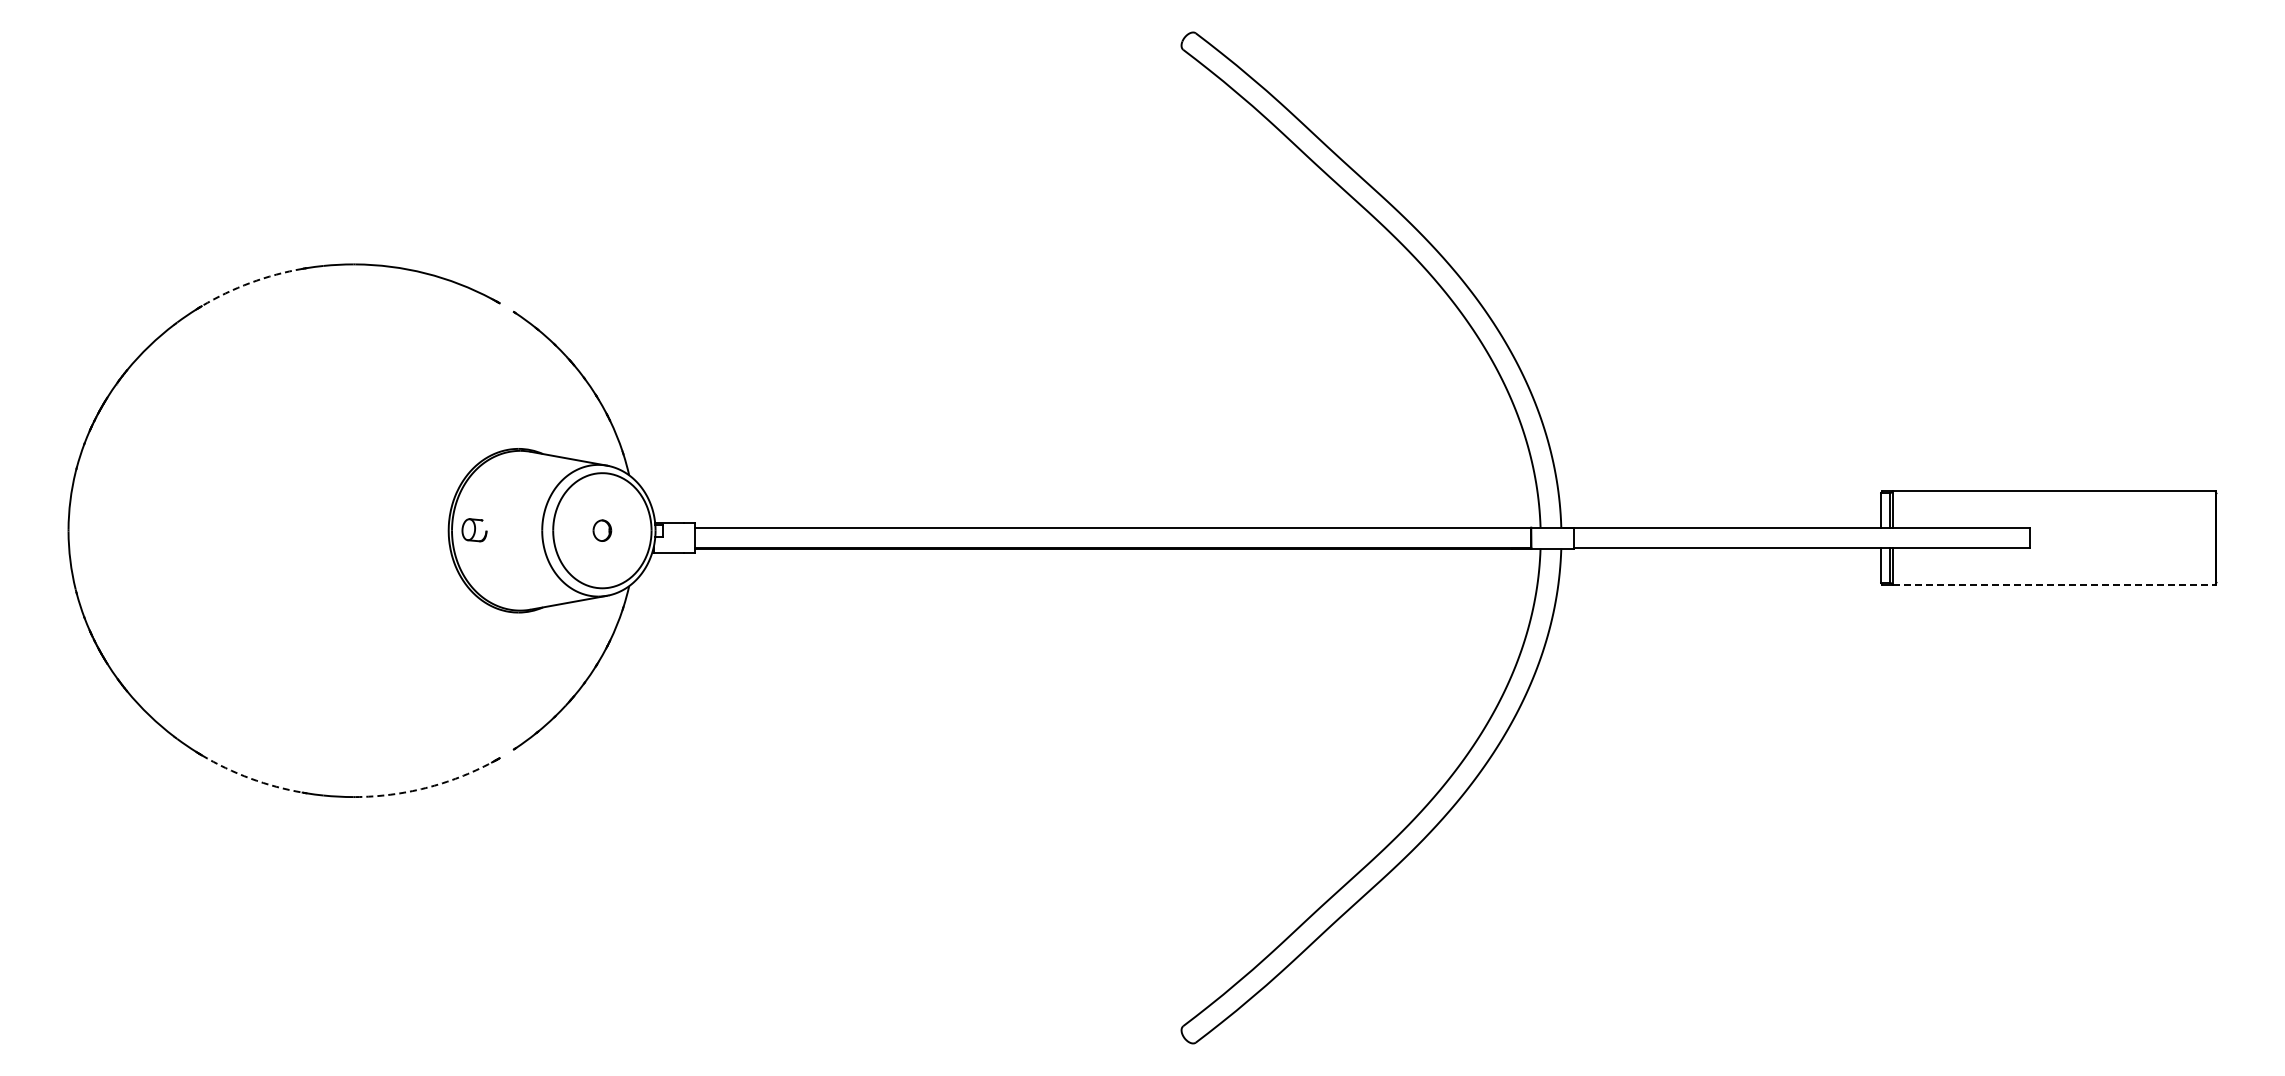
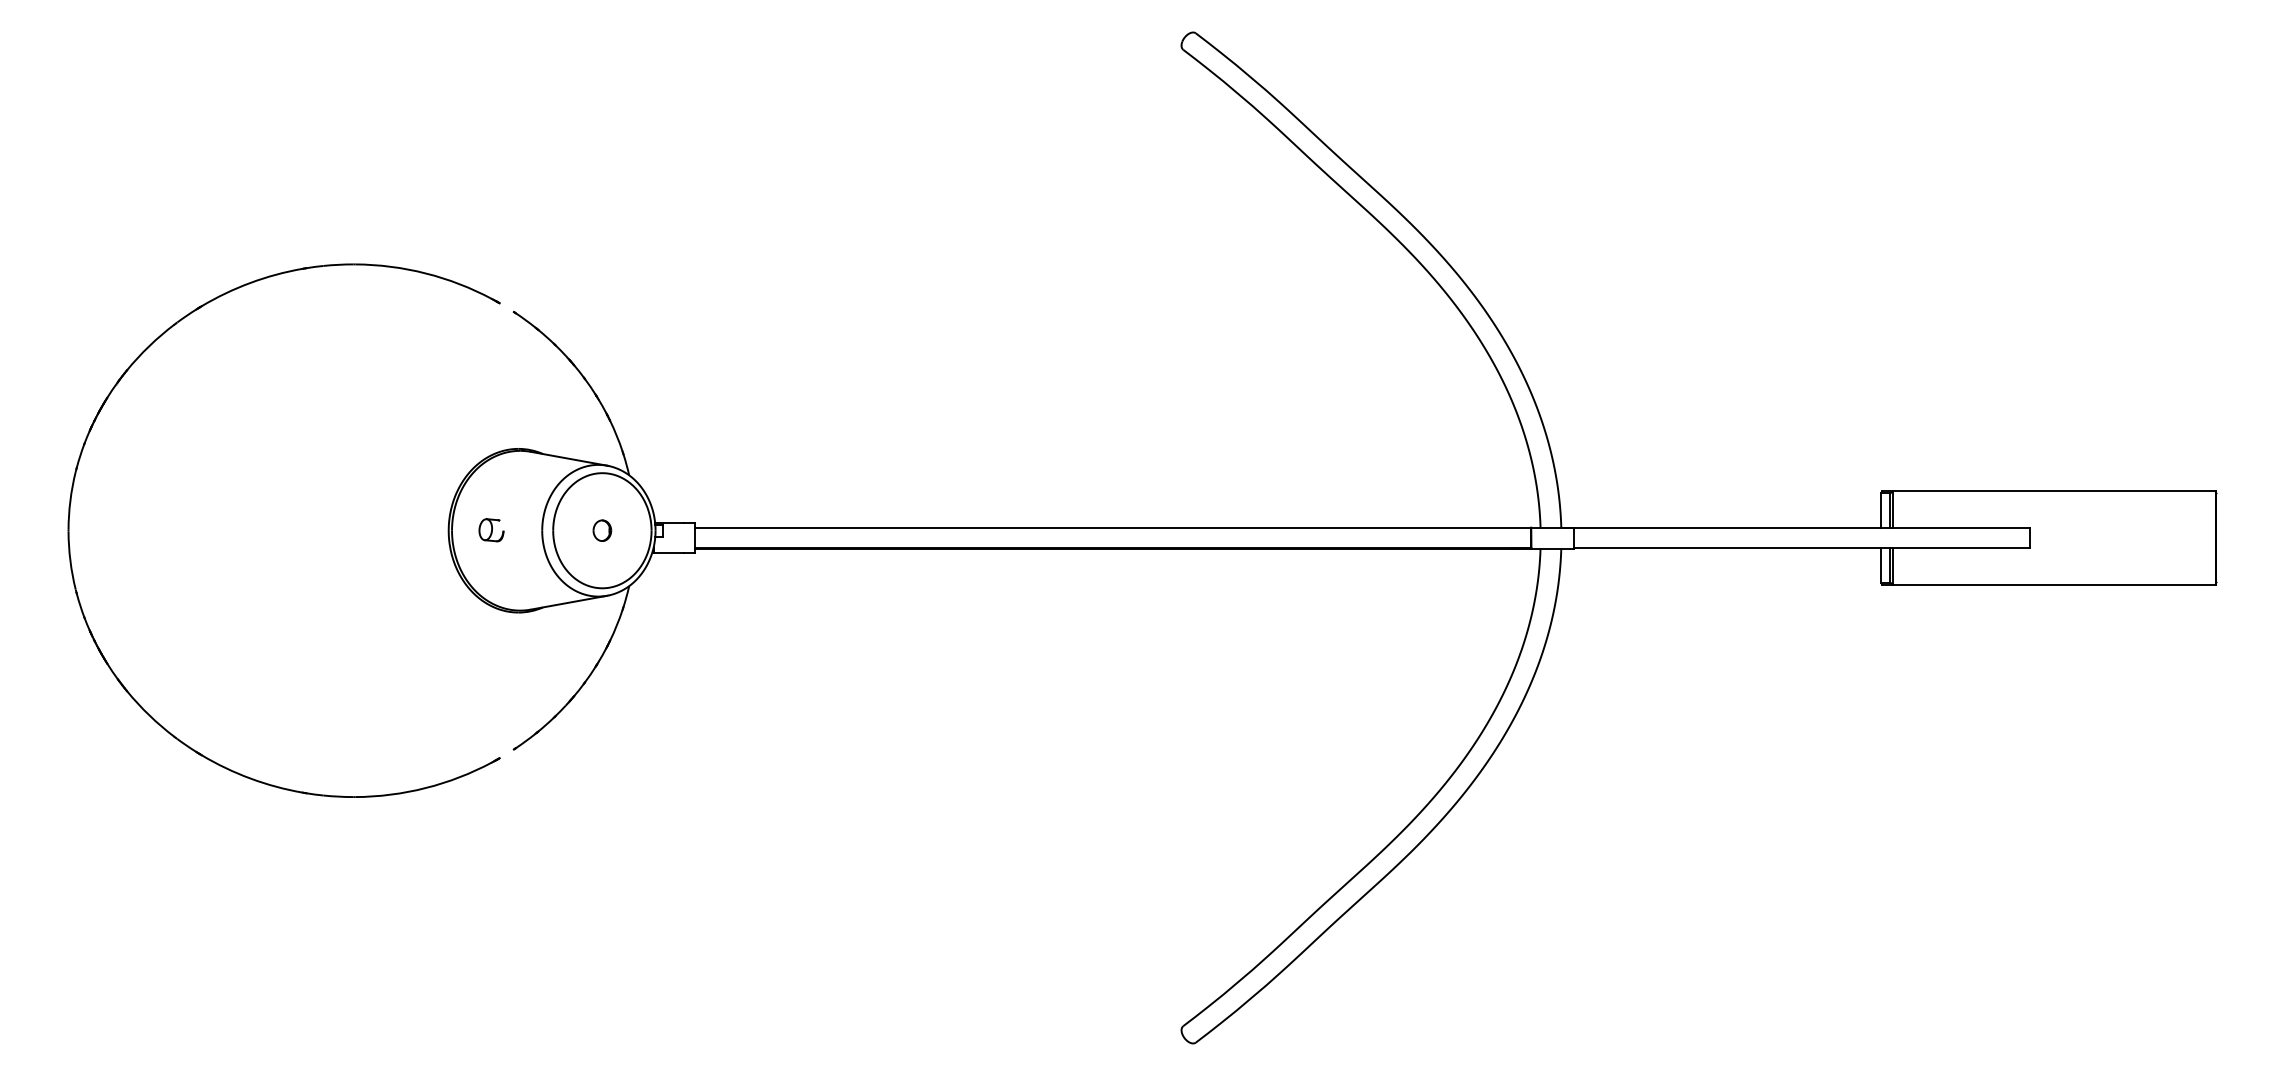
arc at (250, 282): dashed -> solid
part at (474, 530) position: (474, 530) -> (491, 530)
line at (2054, 584): dashed -> solid
arc at (250, 778): dashed -> solid
arc at (425, 788): dashed -> solid
